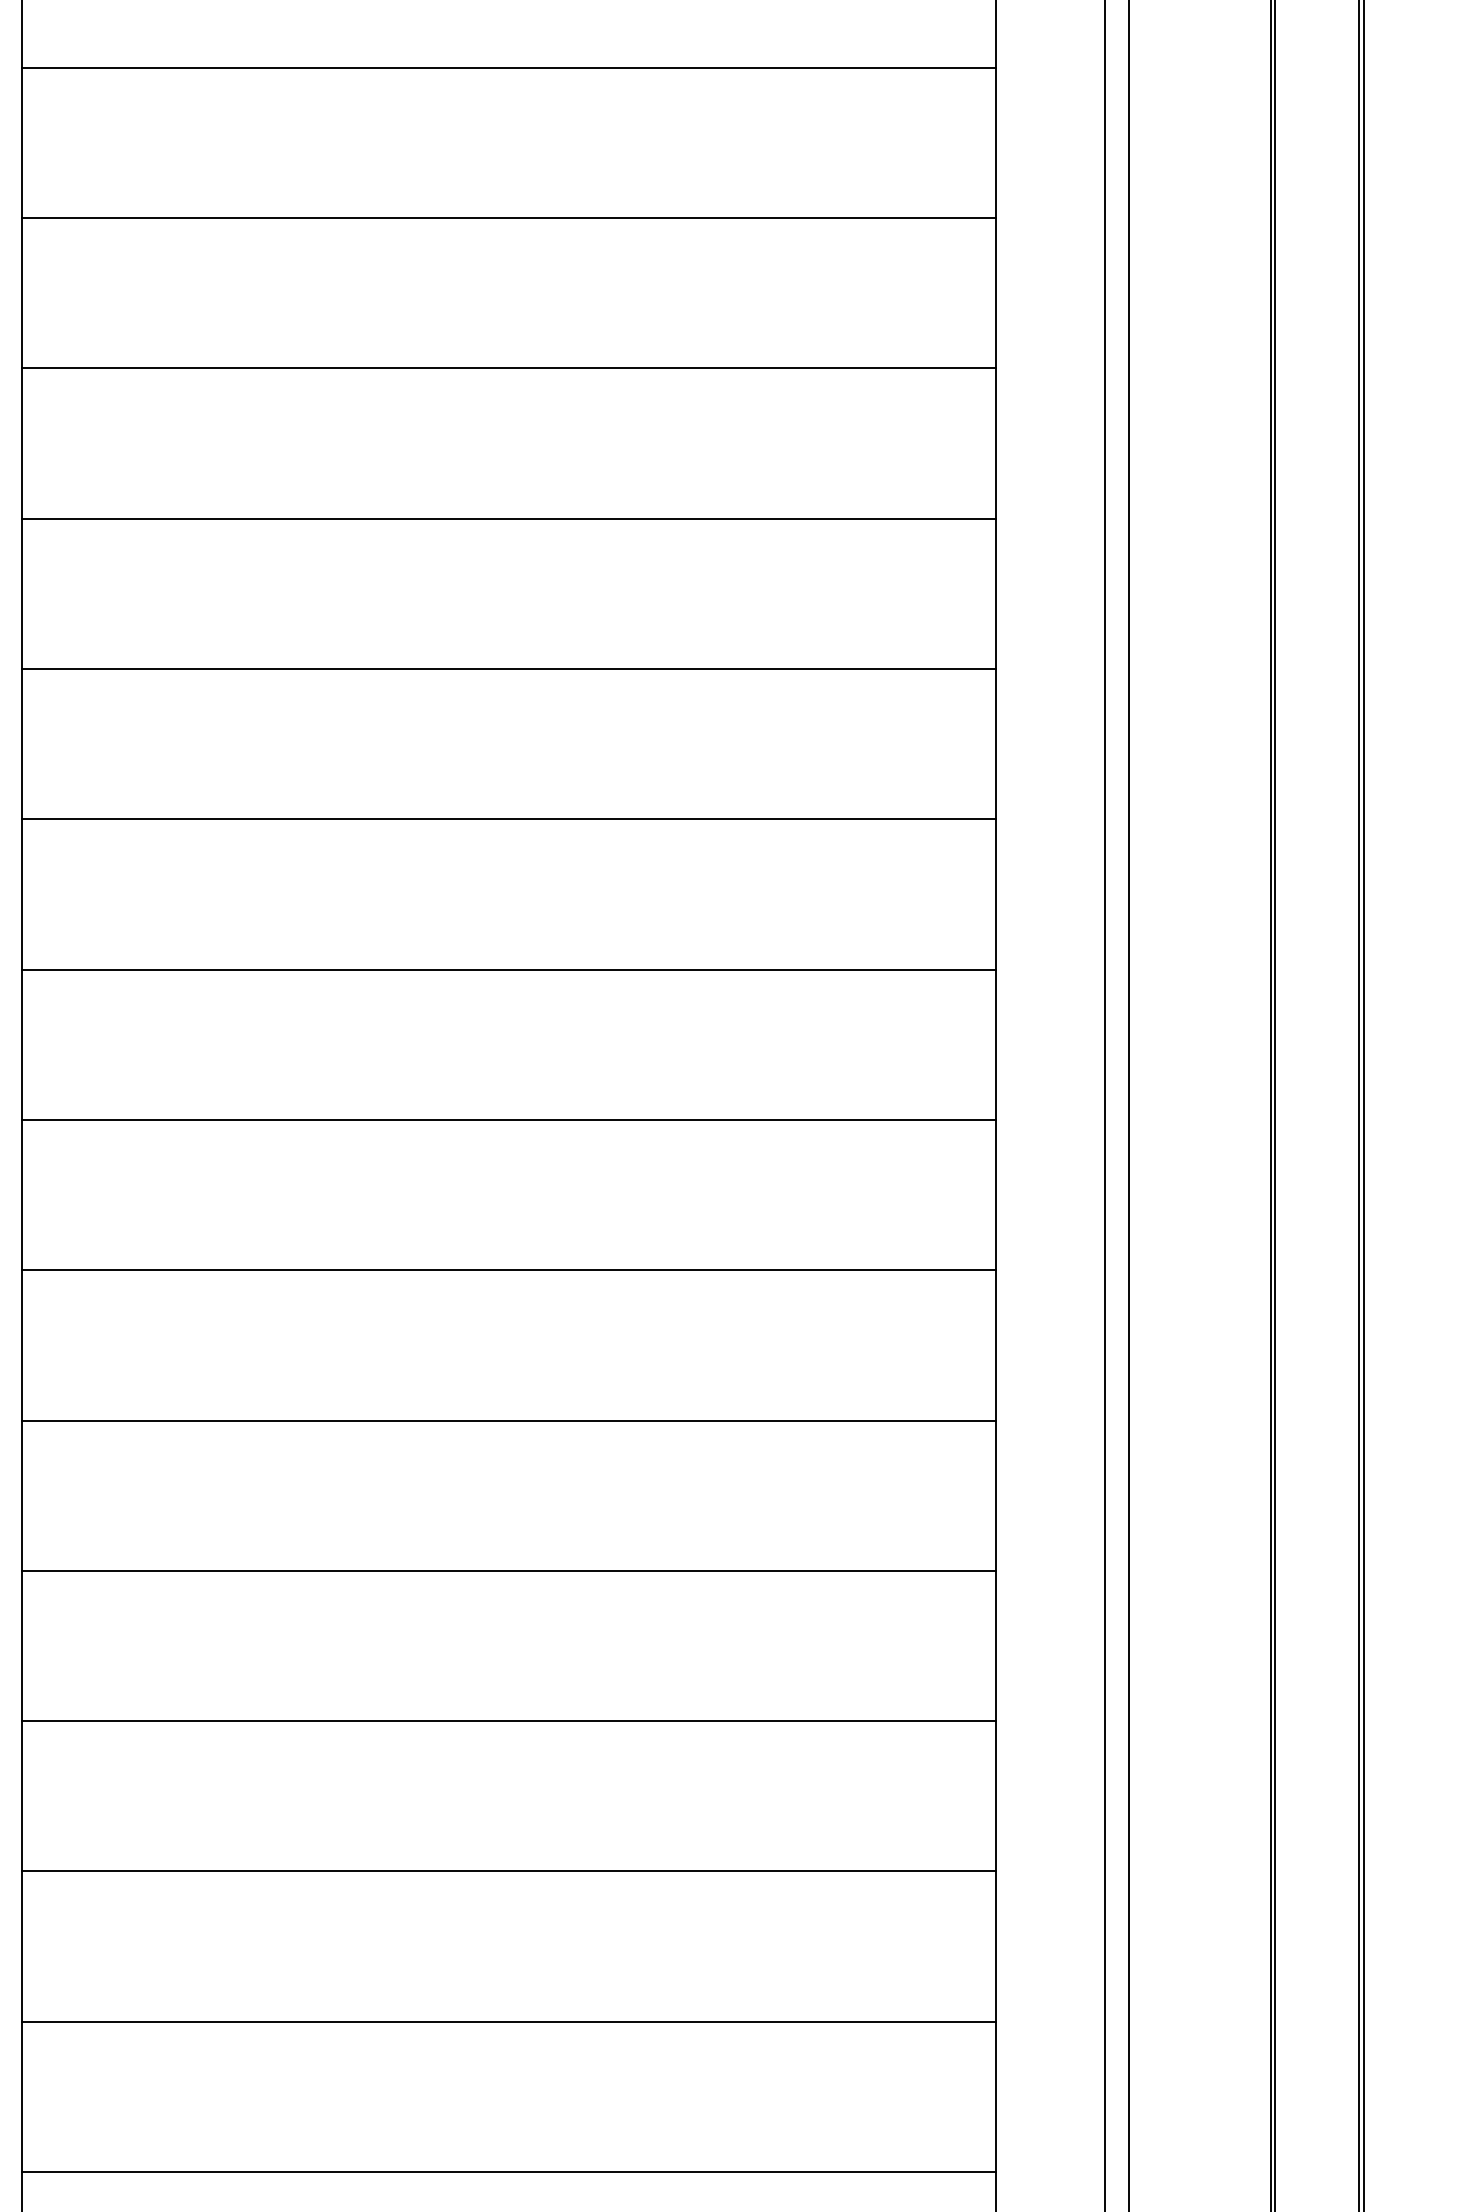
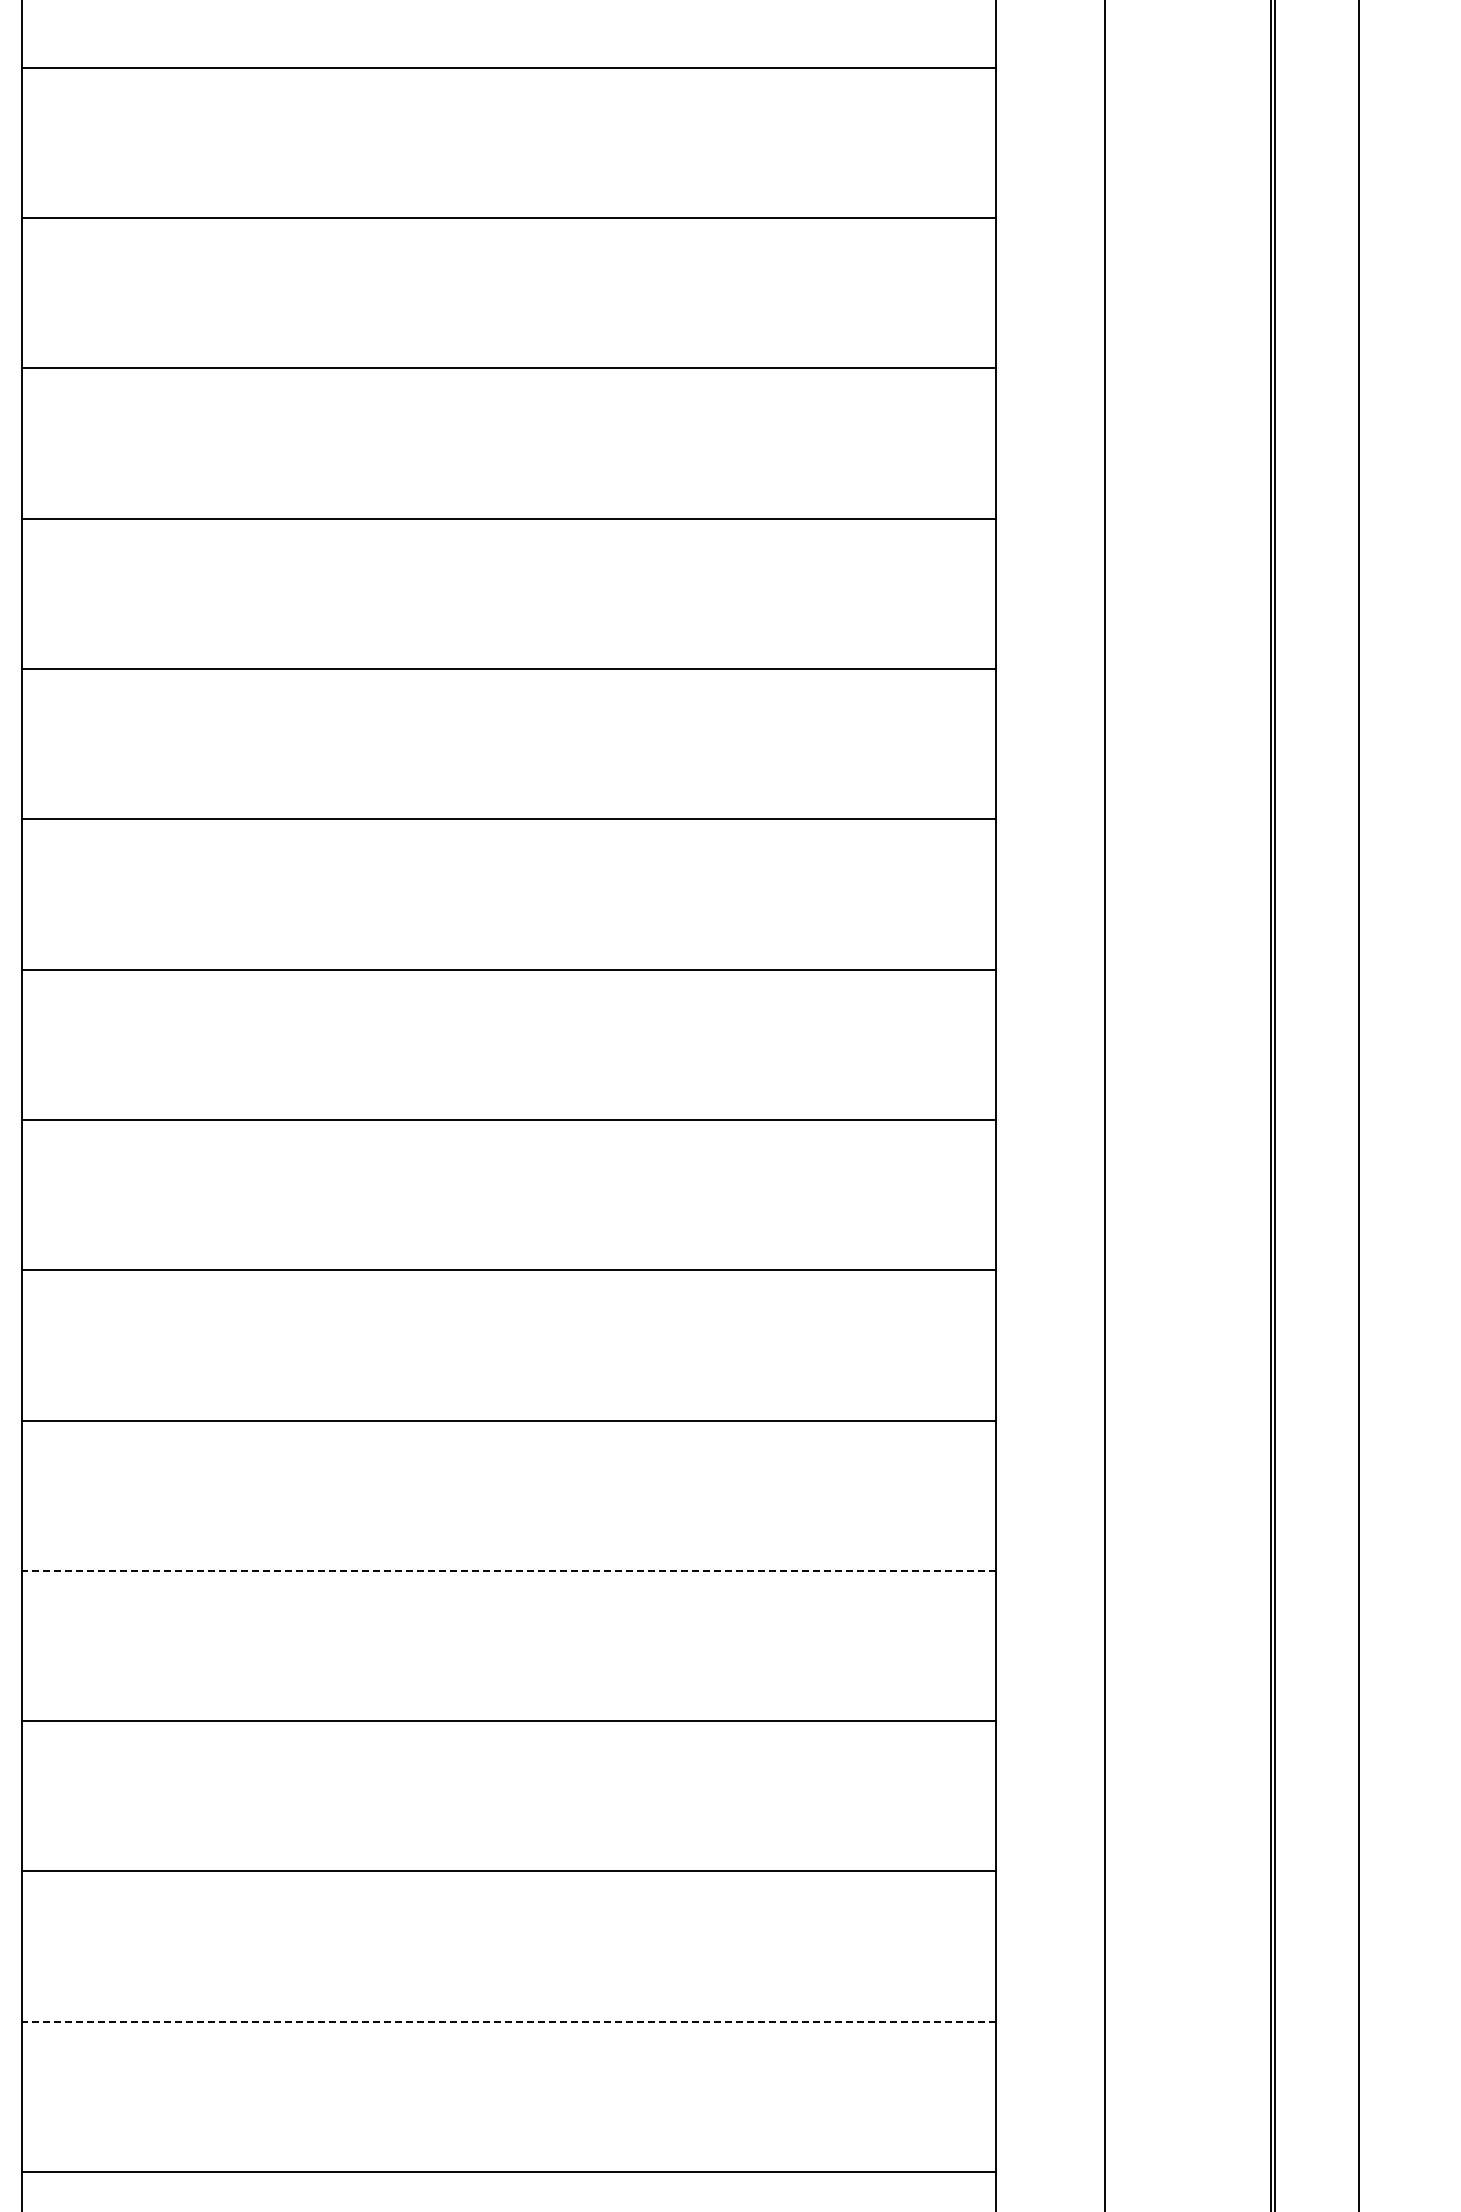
line at (1128, 1105): present -> none
line at (1363, 1105): present -> none
line at (508, 1570): solid -> dashed
line at (508, 2021): solid -> dashed
